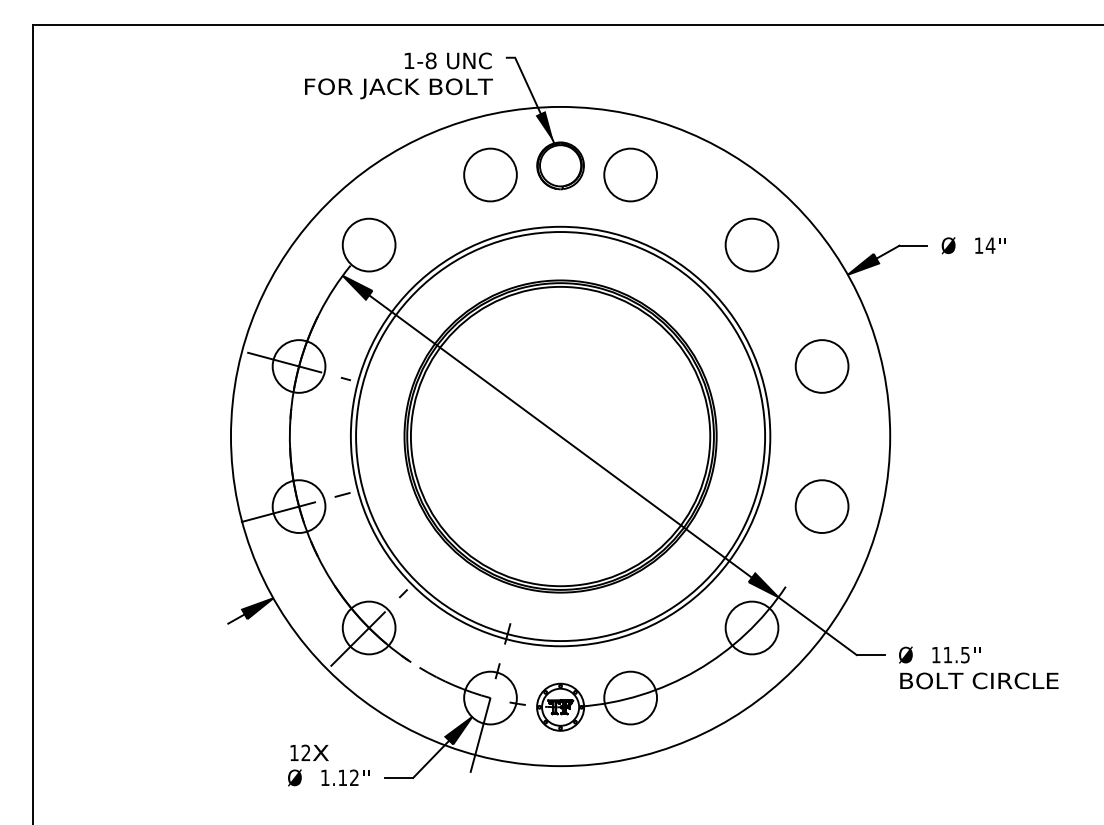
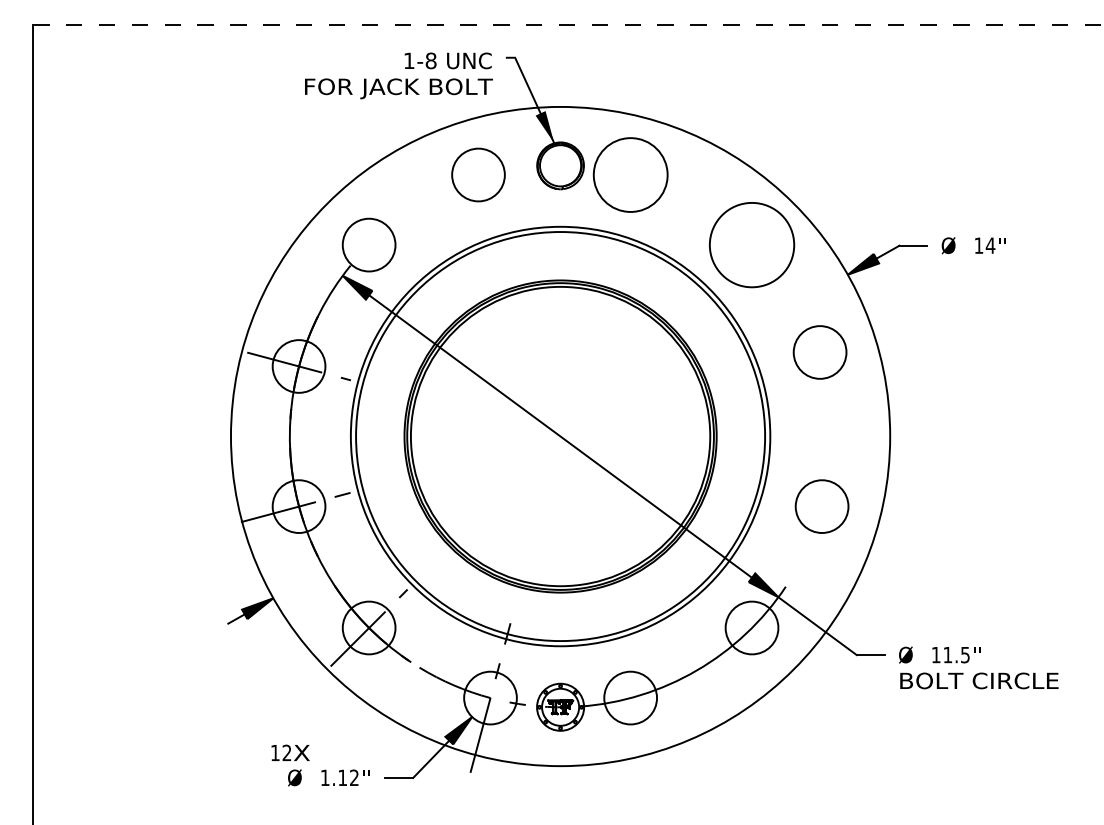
line at (568, 24): solid -> dashed
circle at (490, 174) position: (490, 174) -> (478, 174)
circle at (630, 174) size: 55x56 px -> 77x76 px
circle at (751, 244) diameter: 53 px -> 84 px
circle at (821, 366) position: (821, 366) -> (819, 352)
text at (309, 752) position: (309, 752) -> (290, 752)
